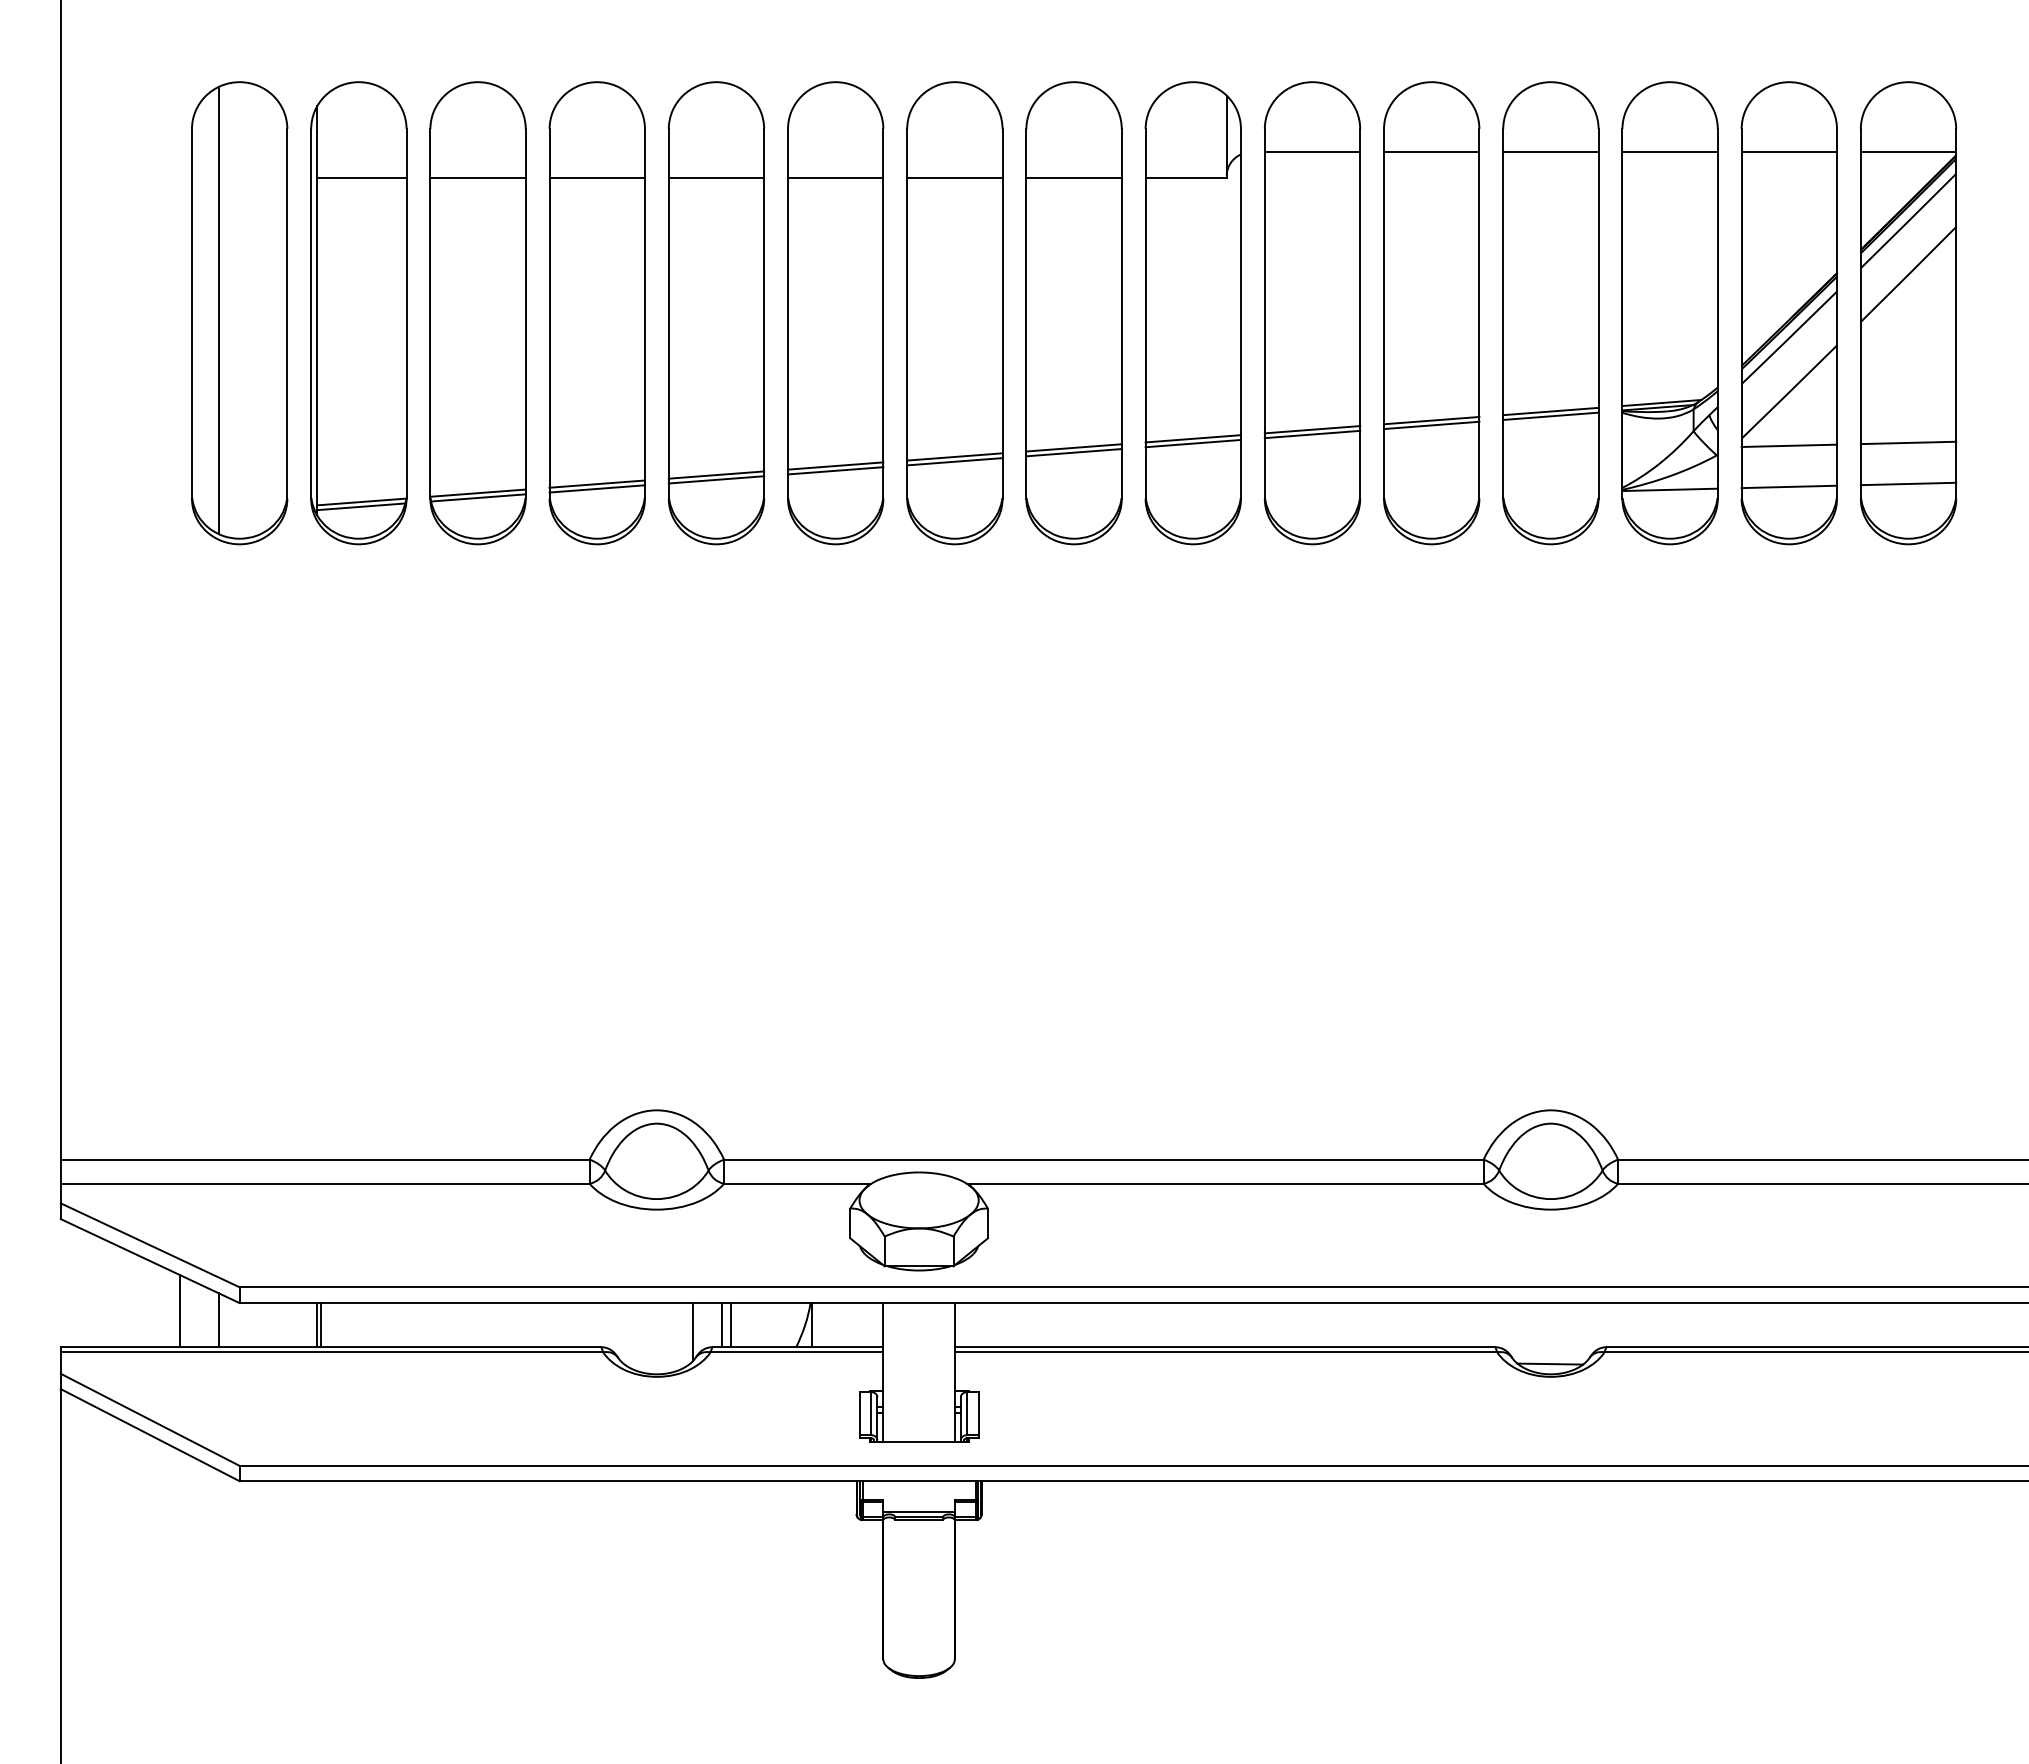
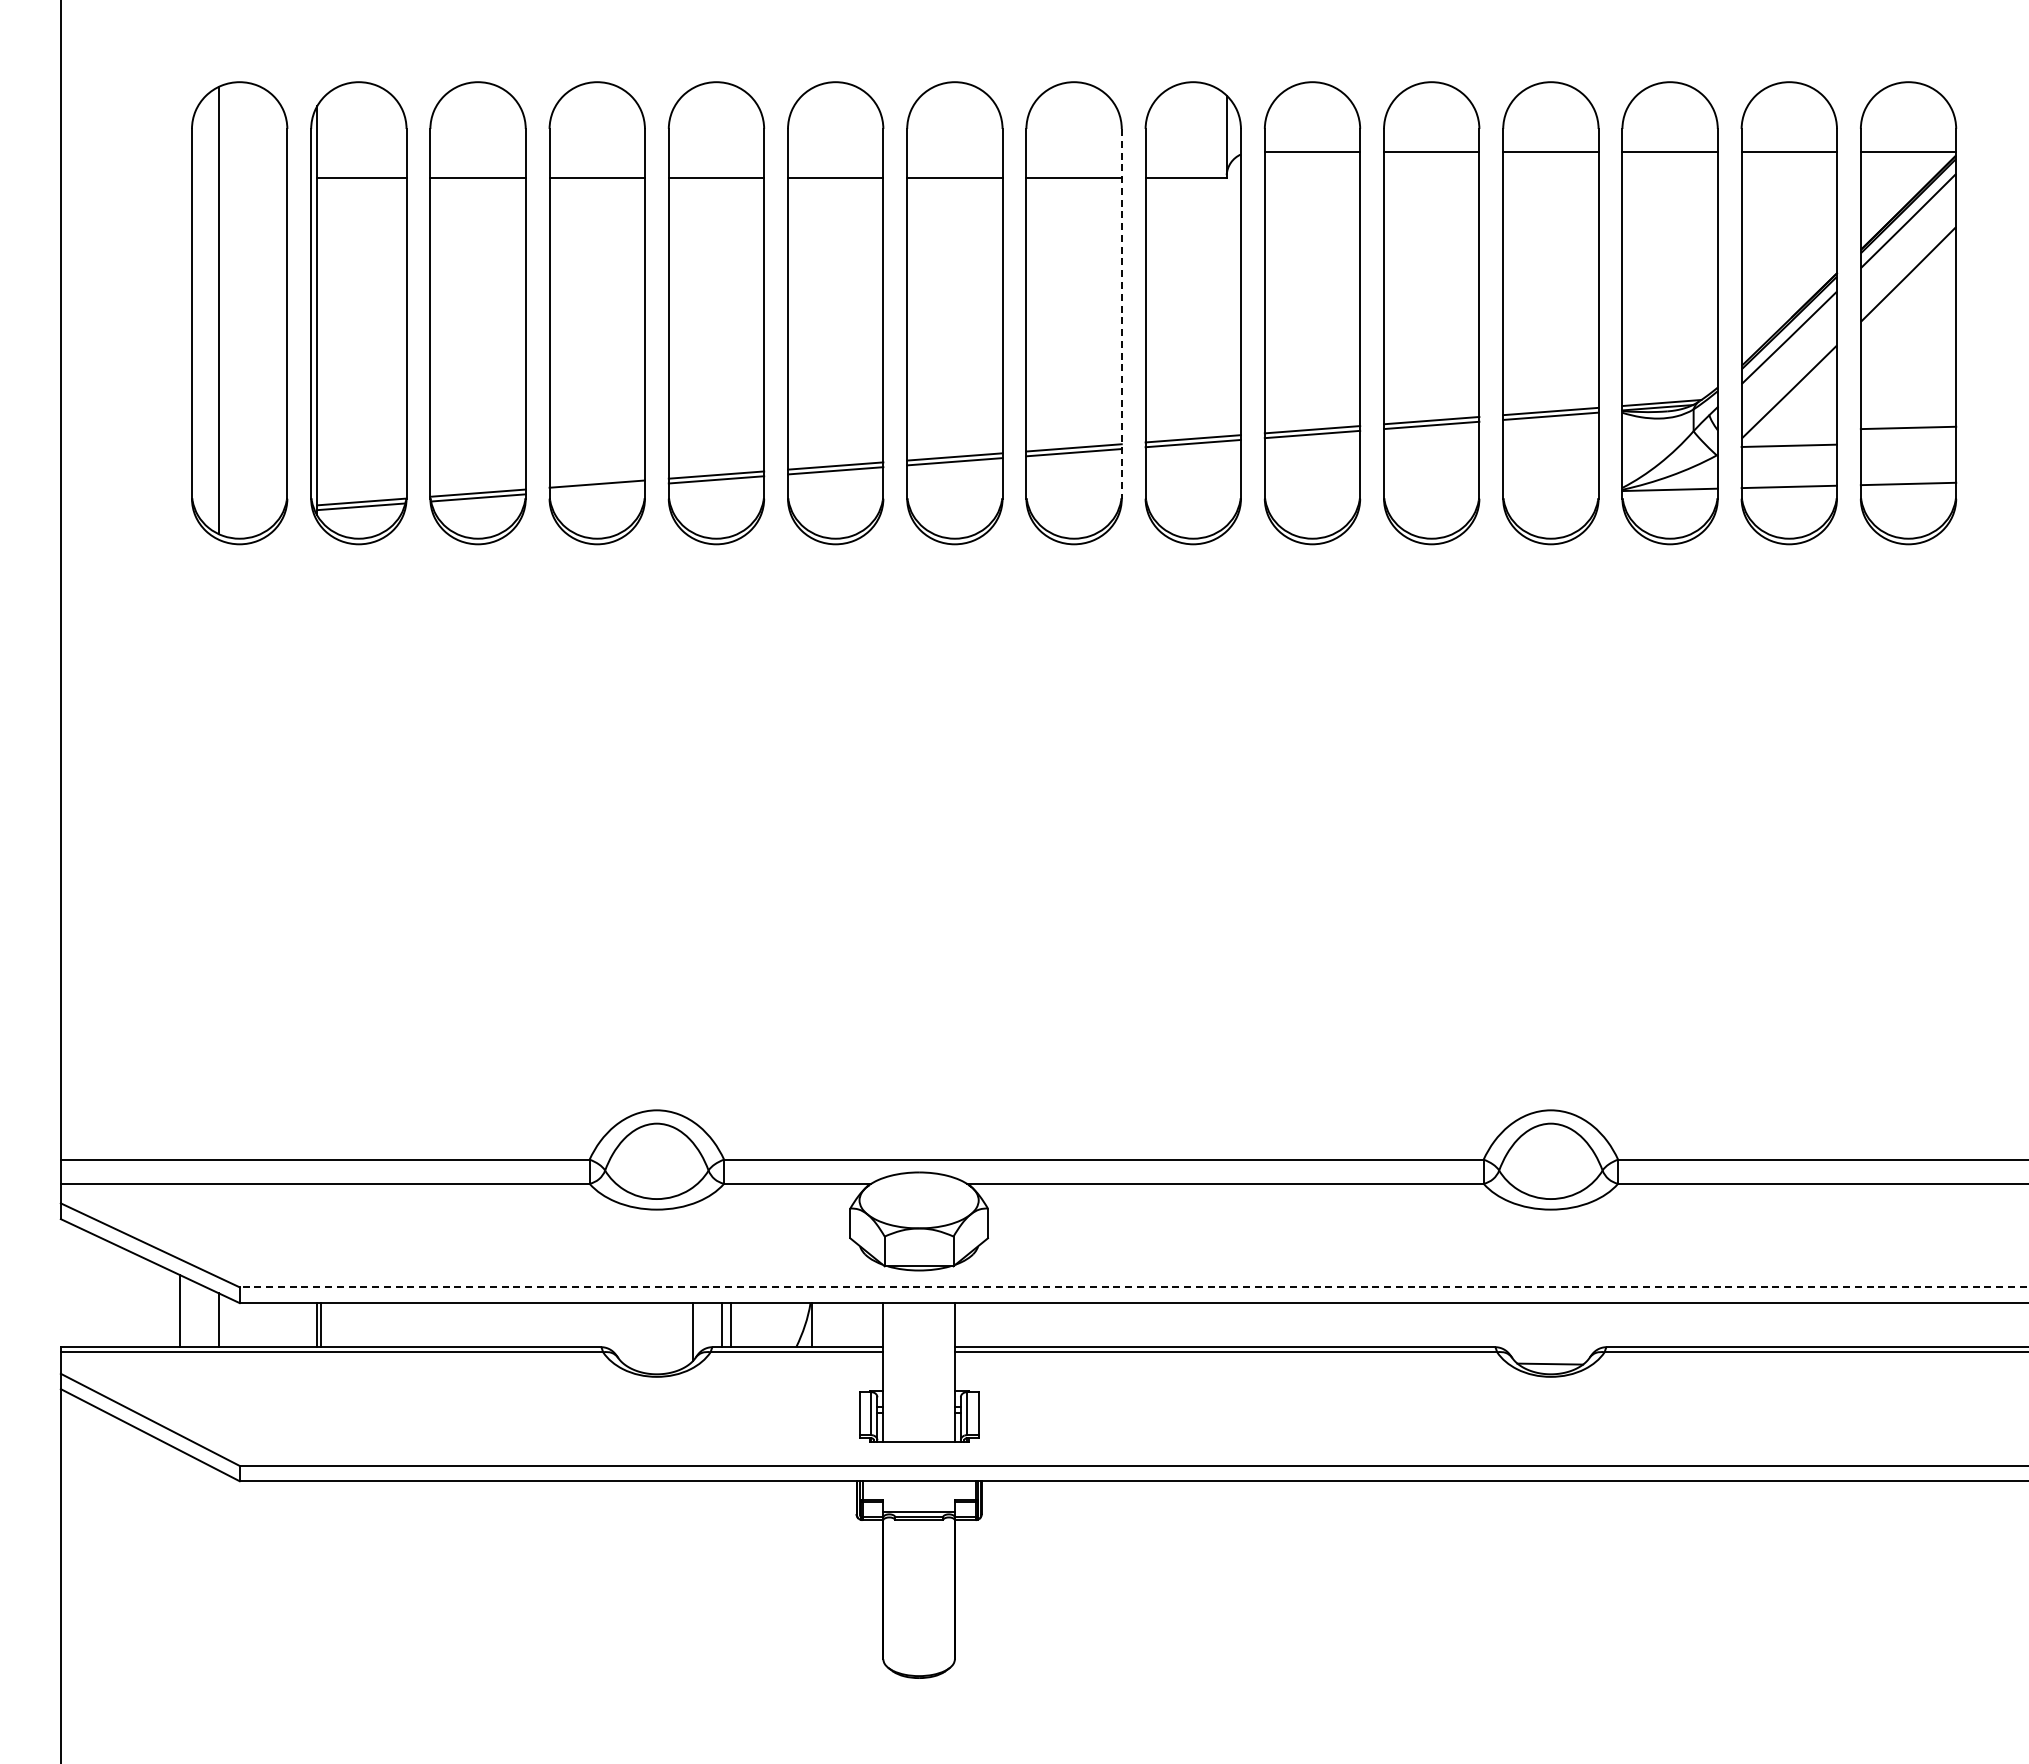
line at (1121, 313): solid -> dashed
line at (1908, 442) position: (1908, 442) -> (1908, 427)
line at (596, 488): present -> none
line at (1133, 1287): solid -> dashed
